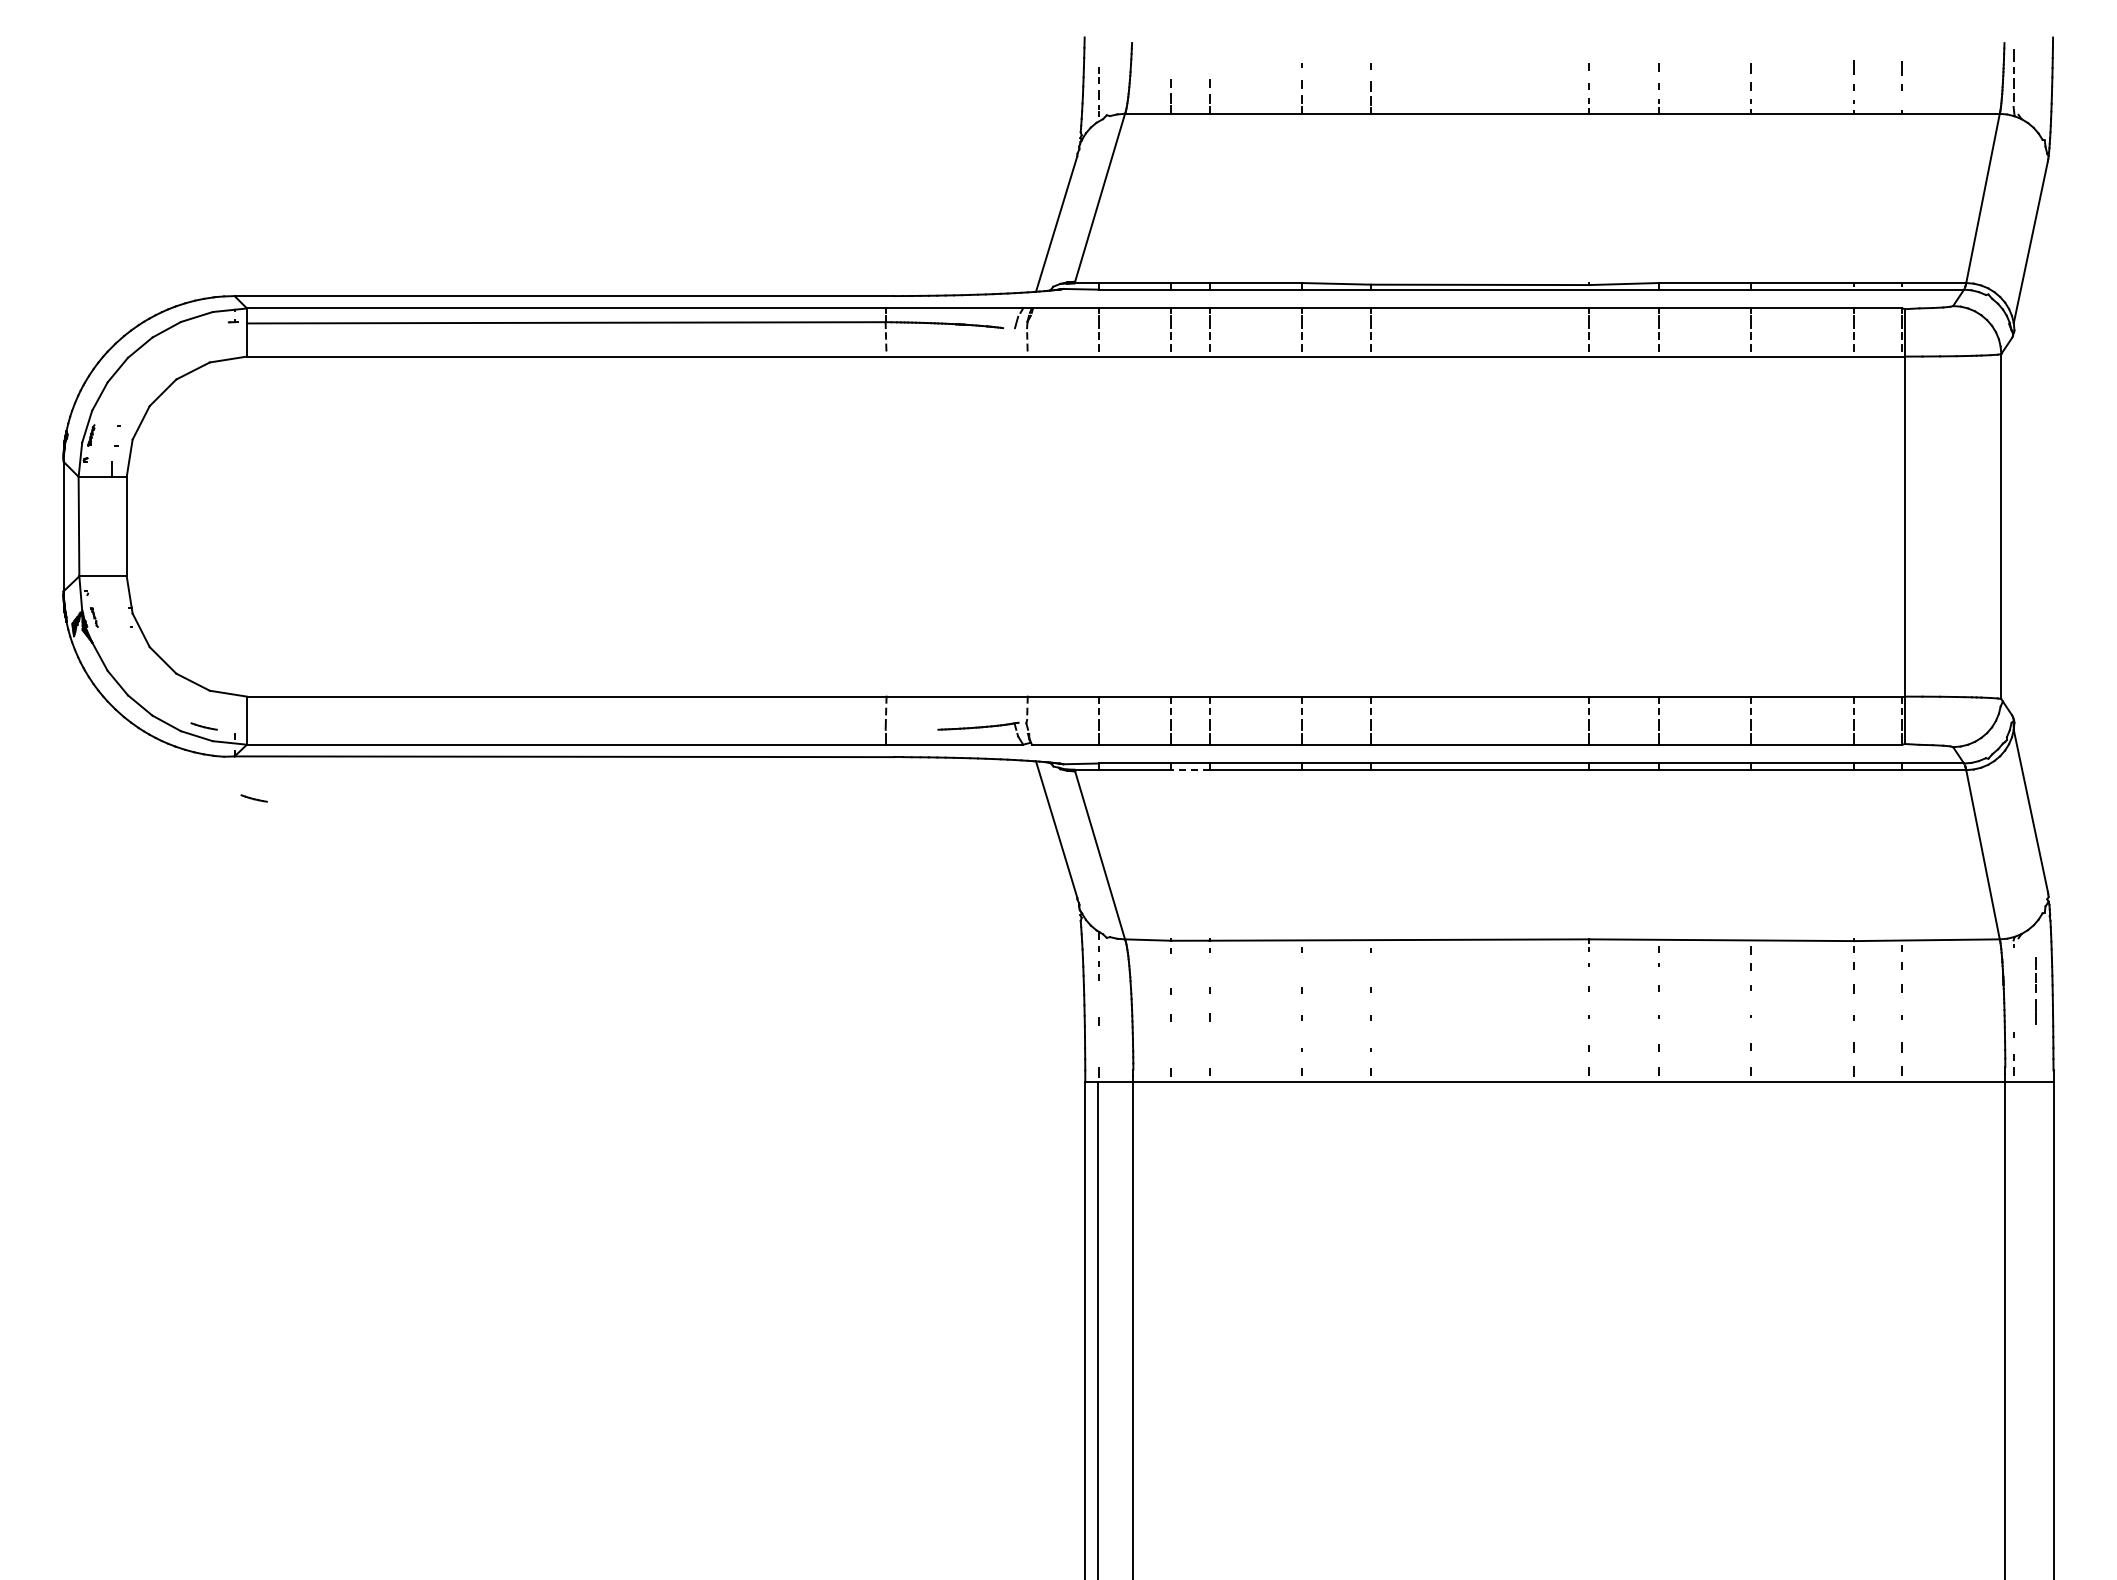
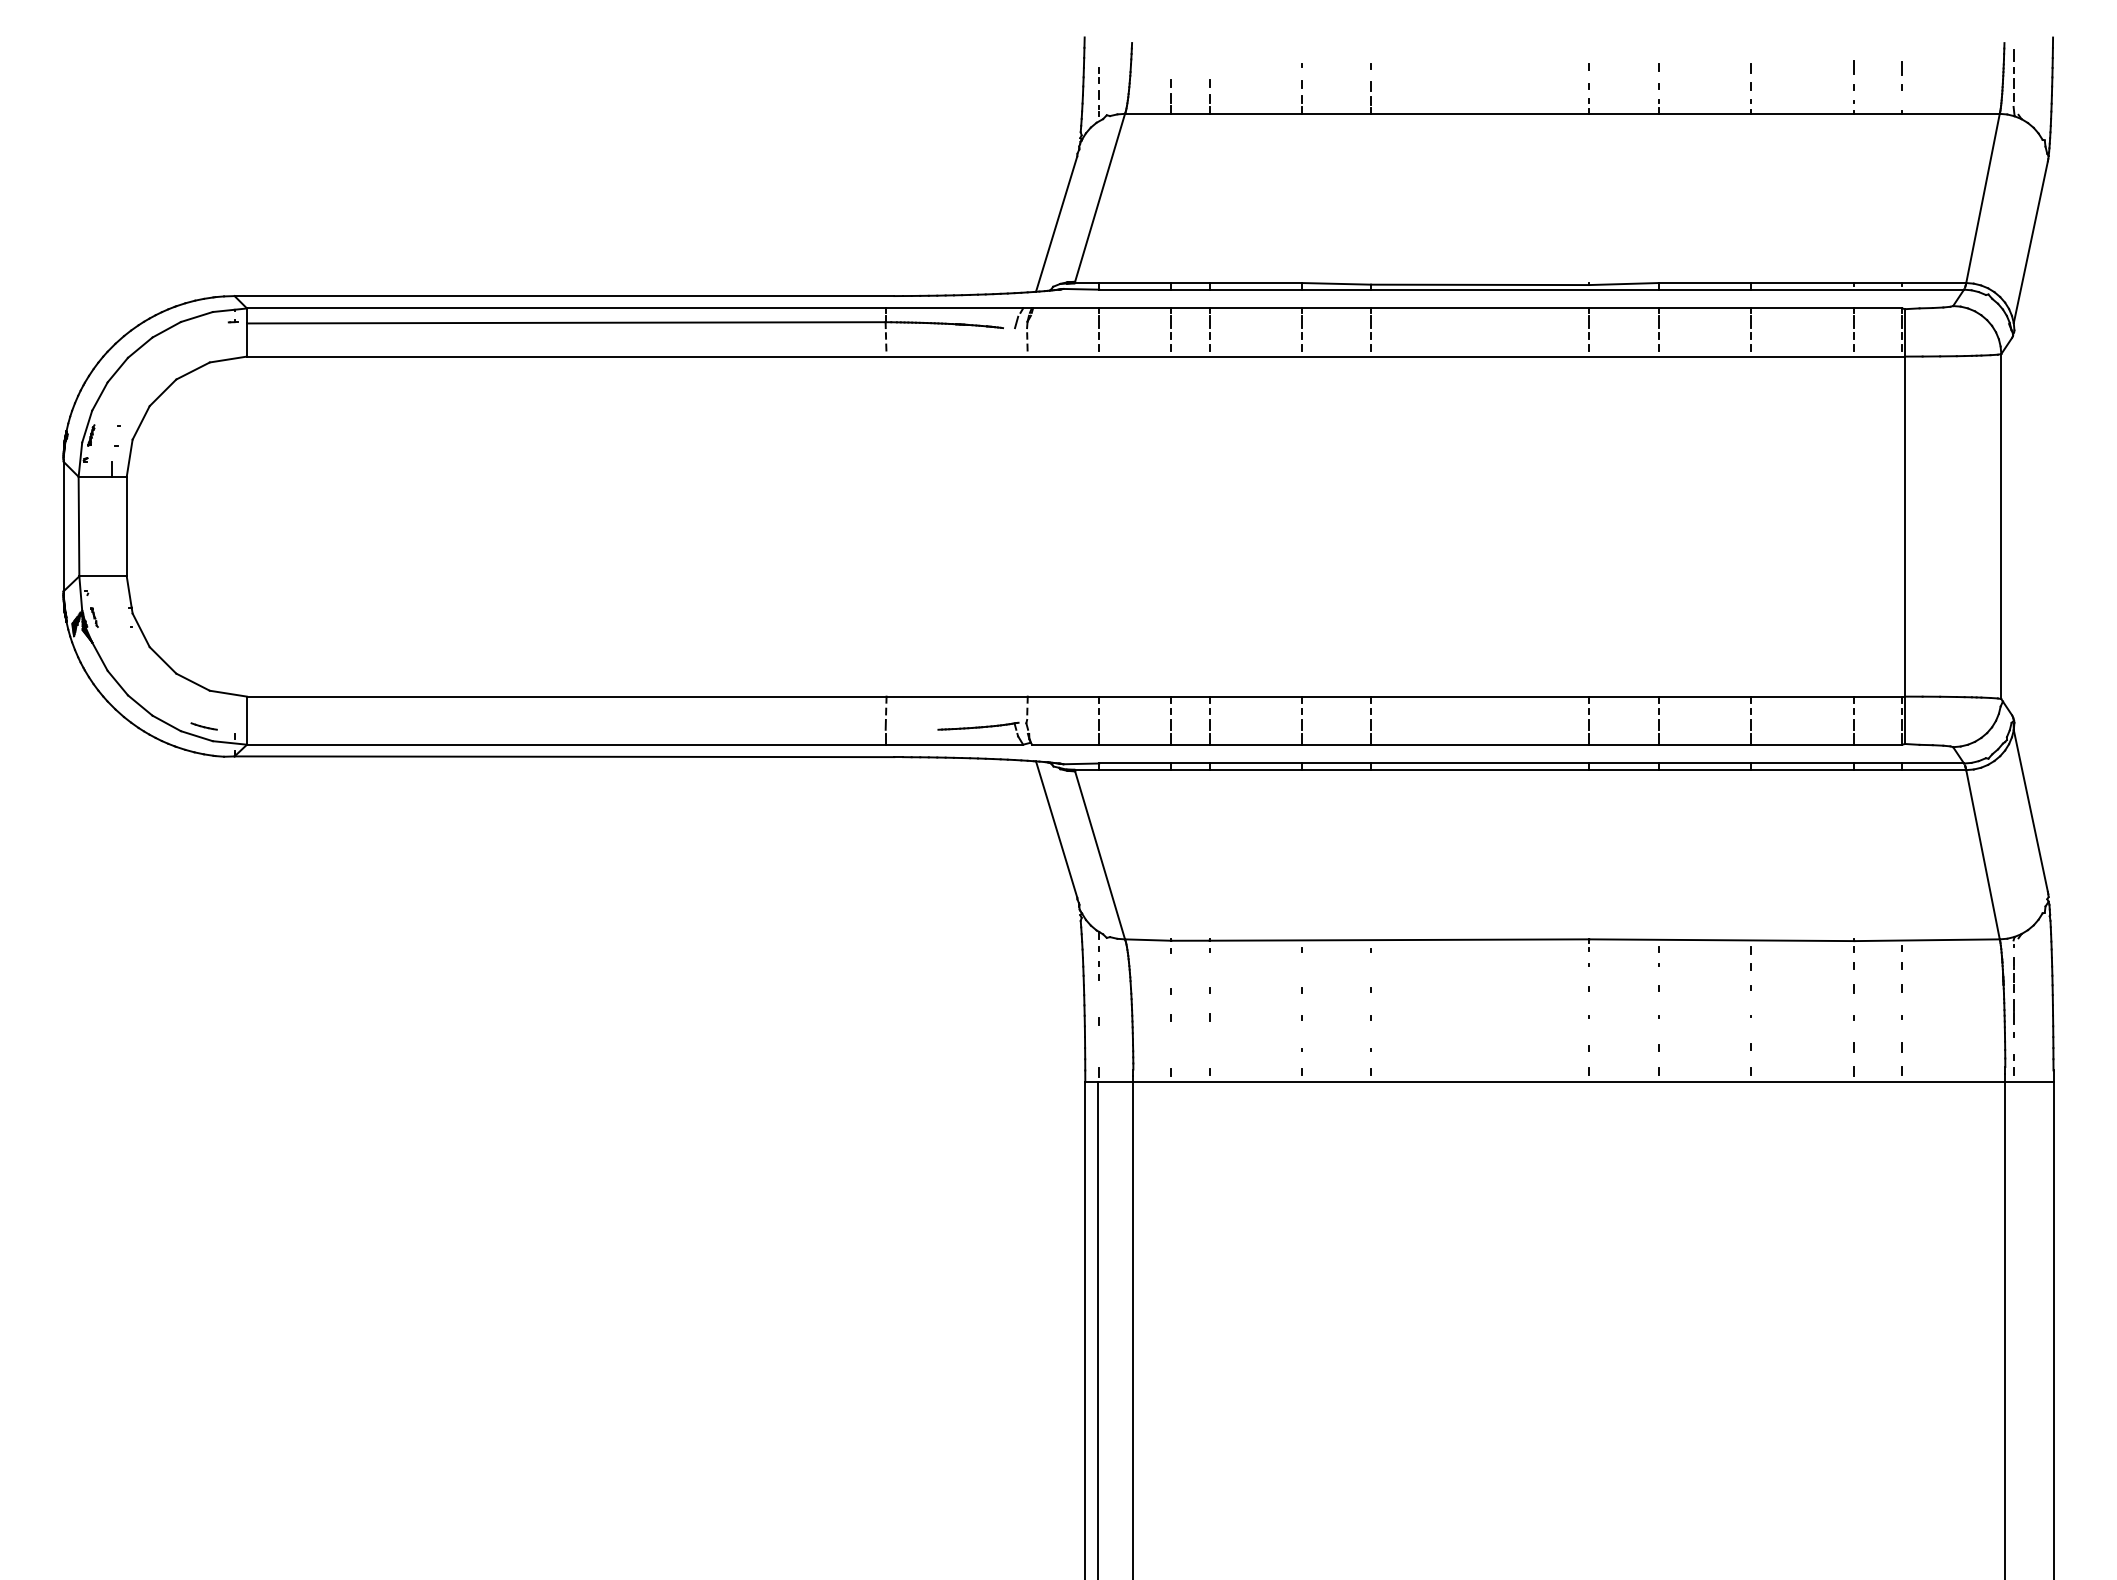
line at (1189, 770): dashed -> solid
line at (253, 798): present -> none
line at (2035, 990) position: (2035, 990) -> (2013, 990)
